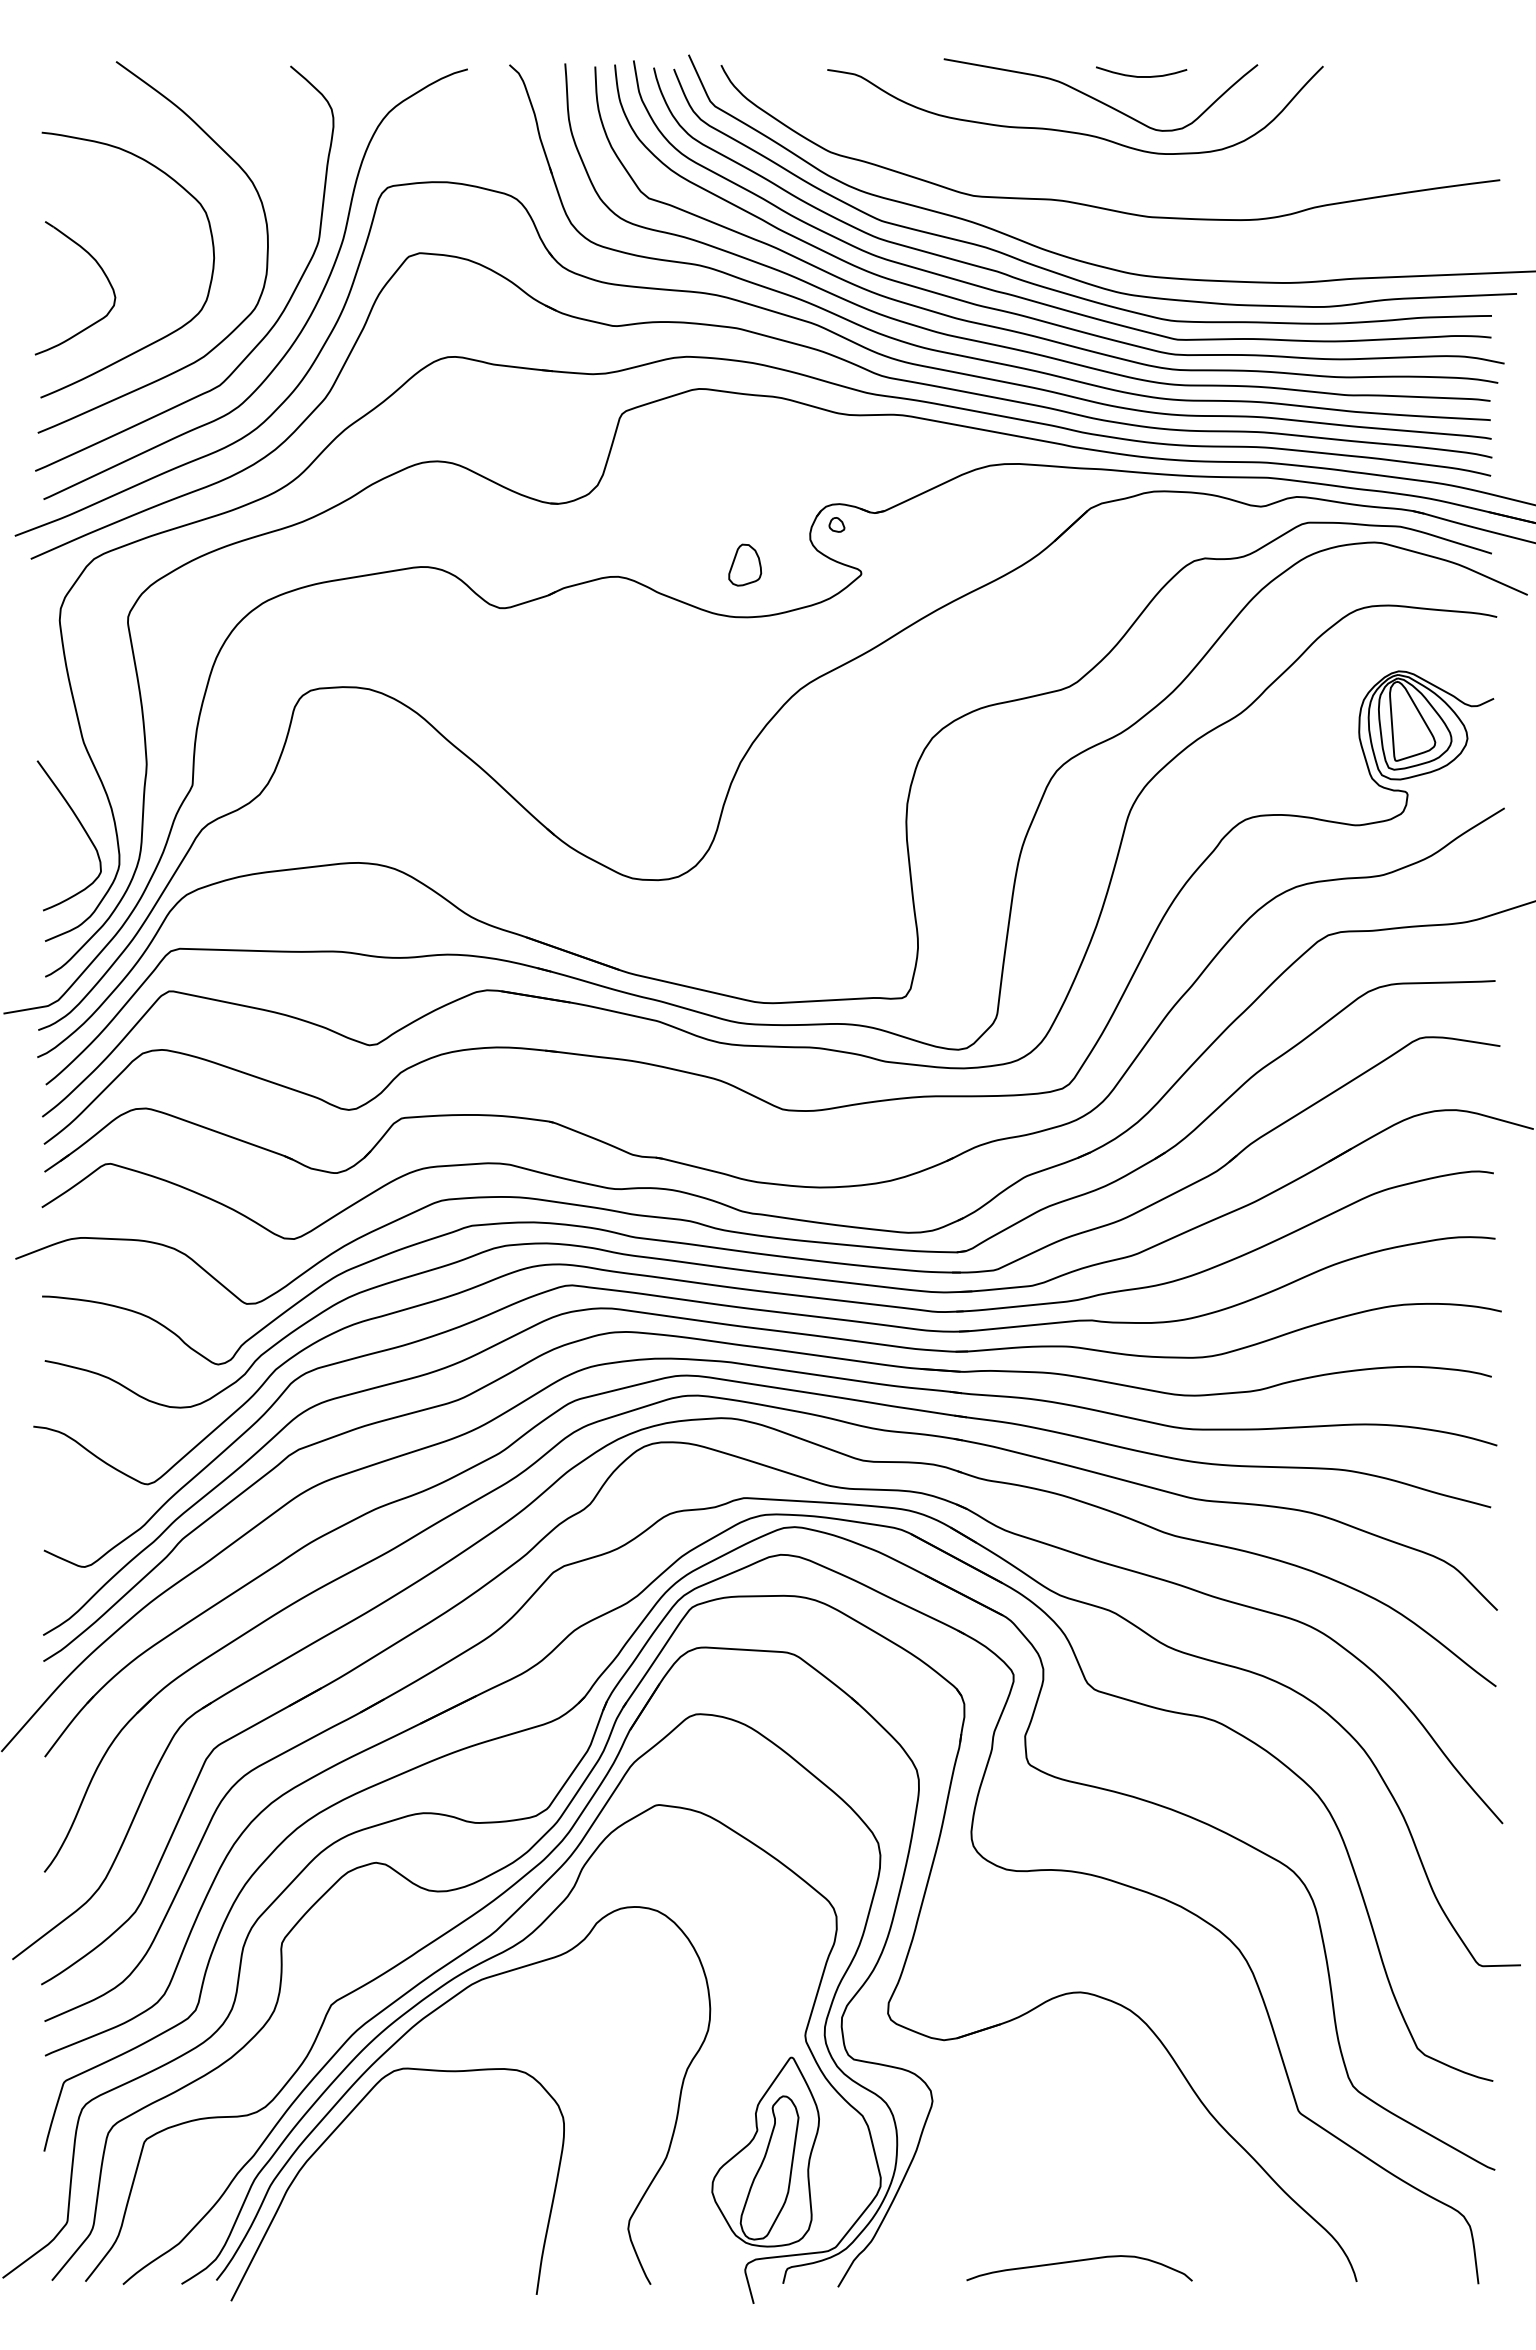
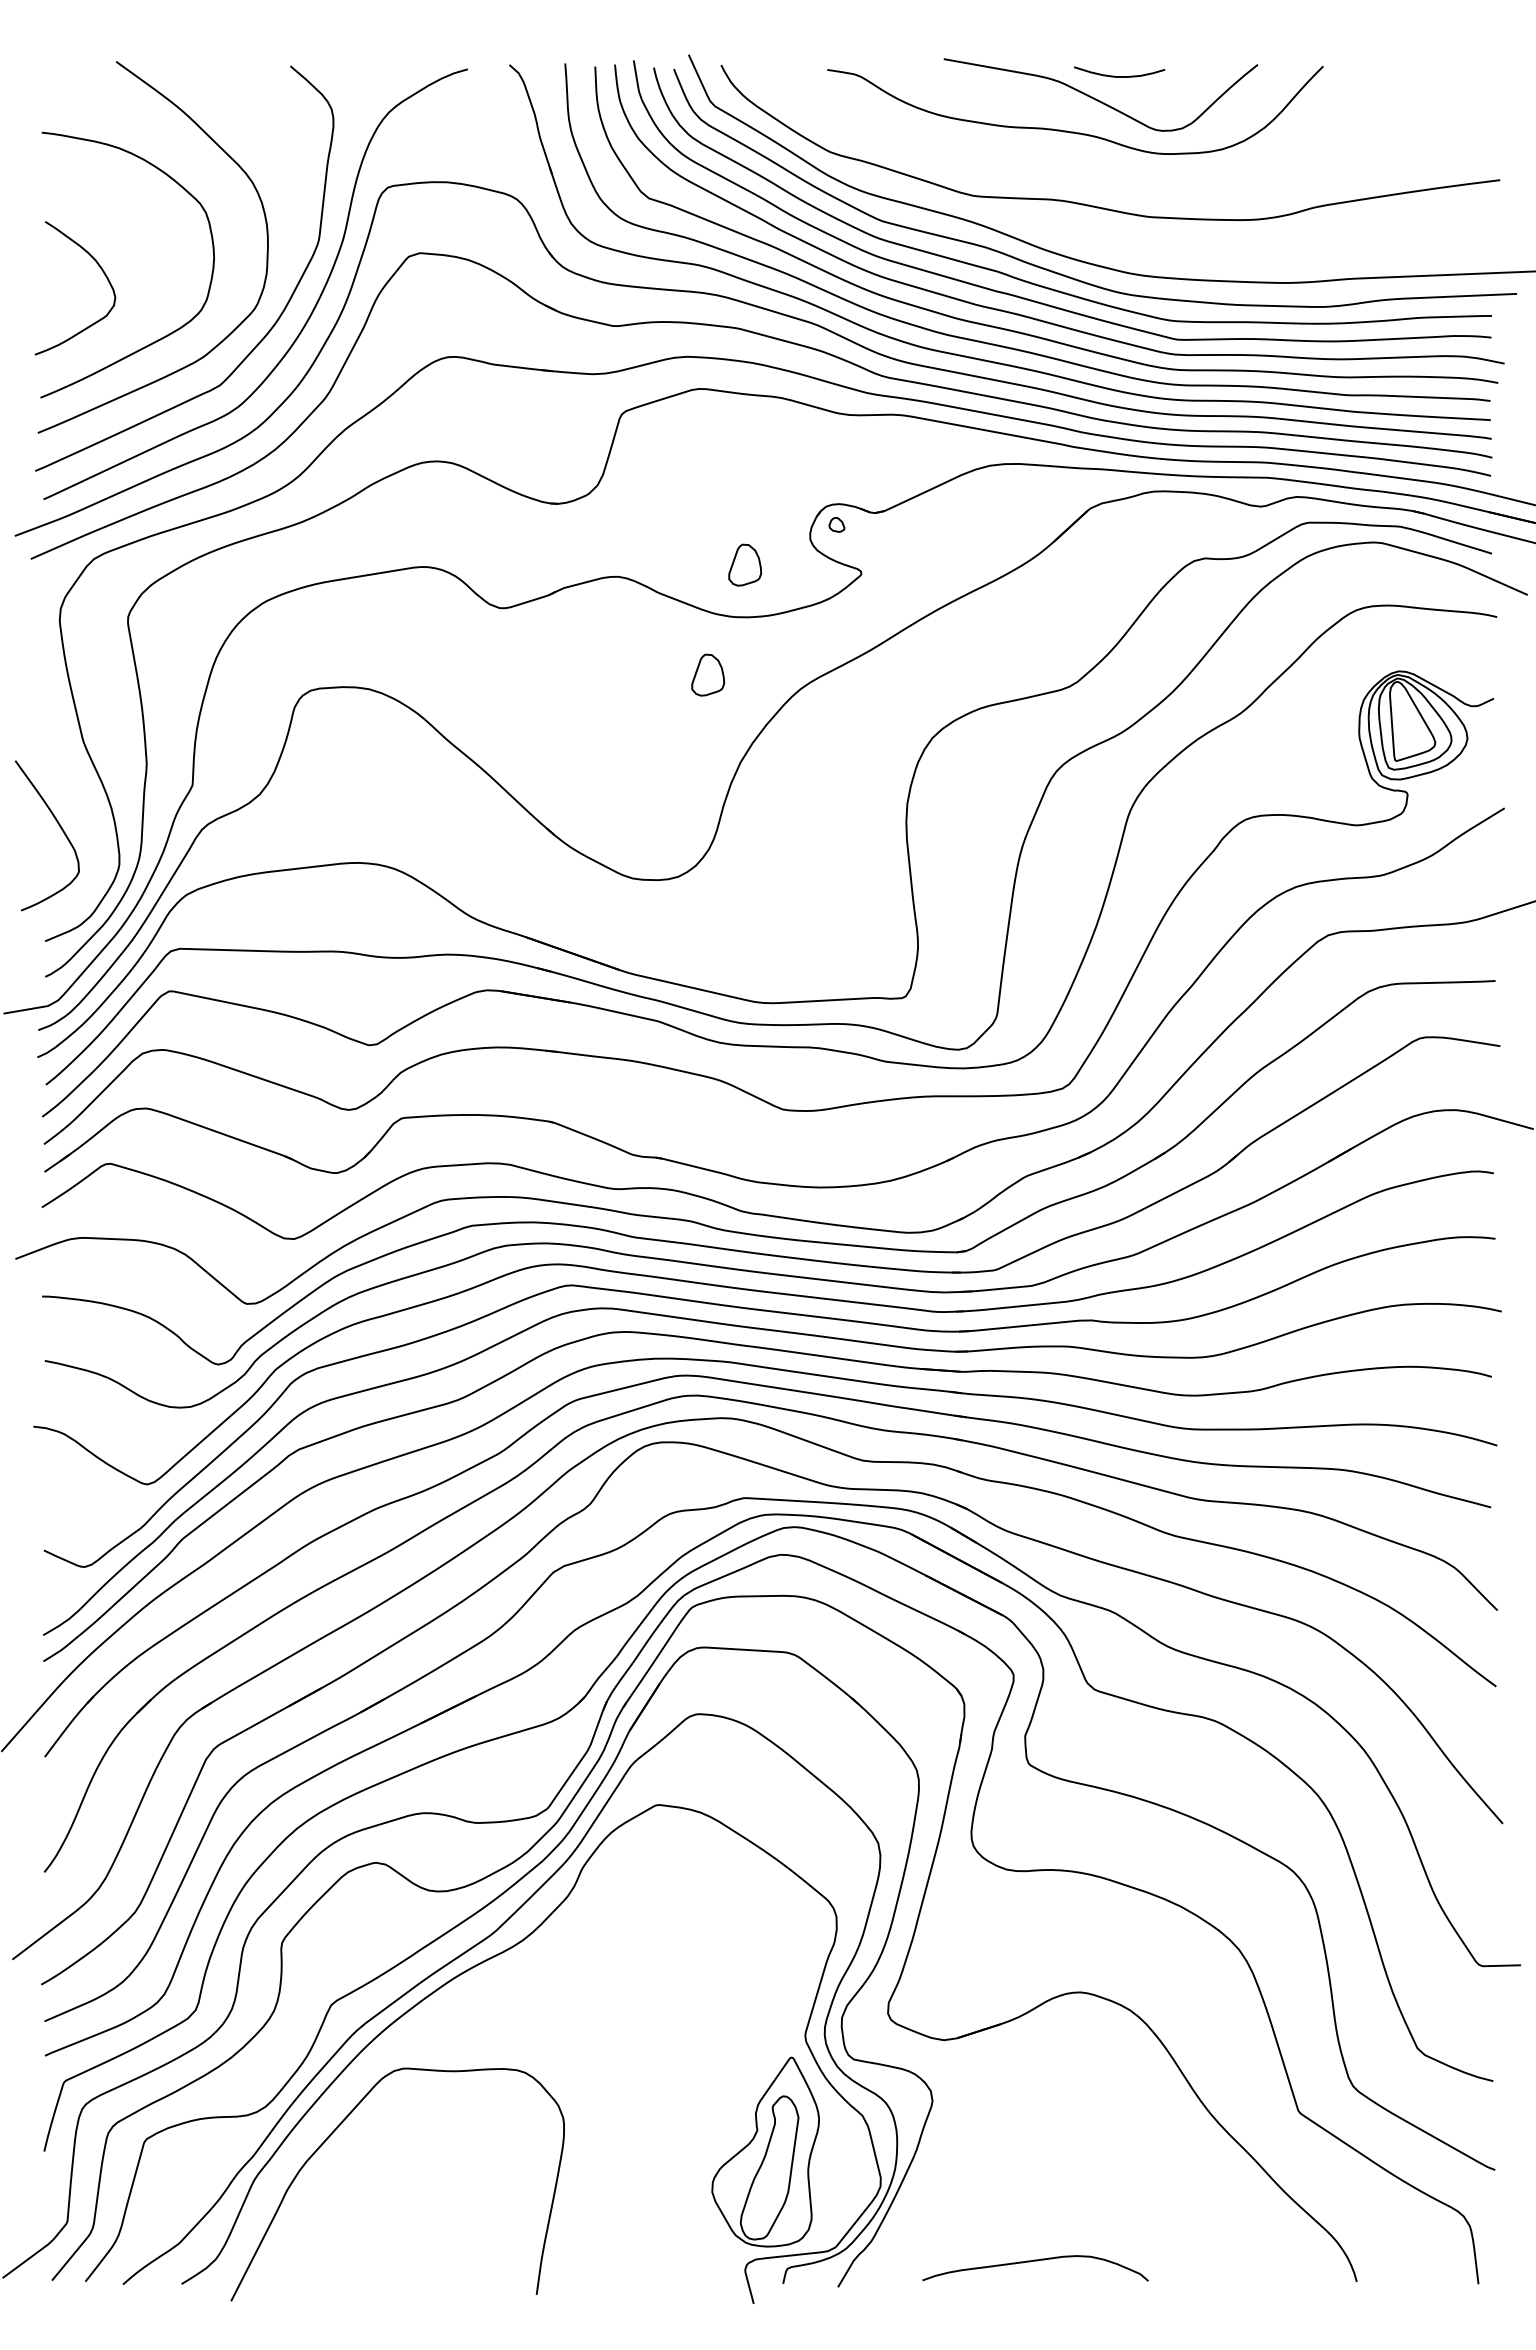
curve at (1141, 76) position: (1141, 76) -> (1119, 76)
part at (708, 674): none -> present
curve at (80, 825) position: (80, 825) -> (58, 825)
curve at (406, 2034): present -> none
curve at (1079, 2261) position: (1079, 2261) -> (1035, 2261)
